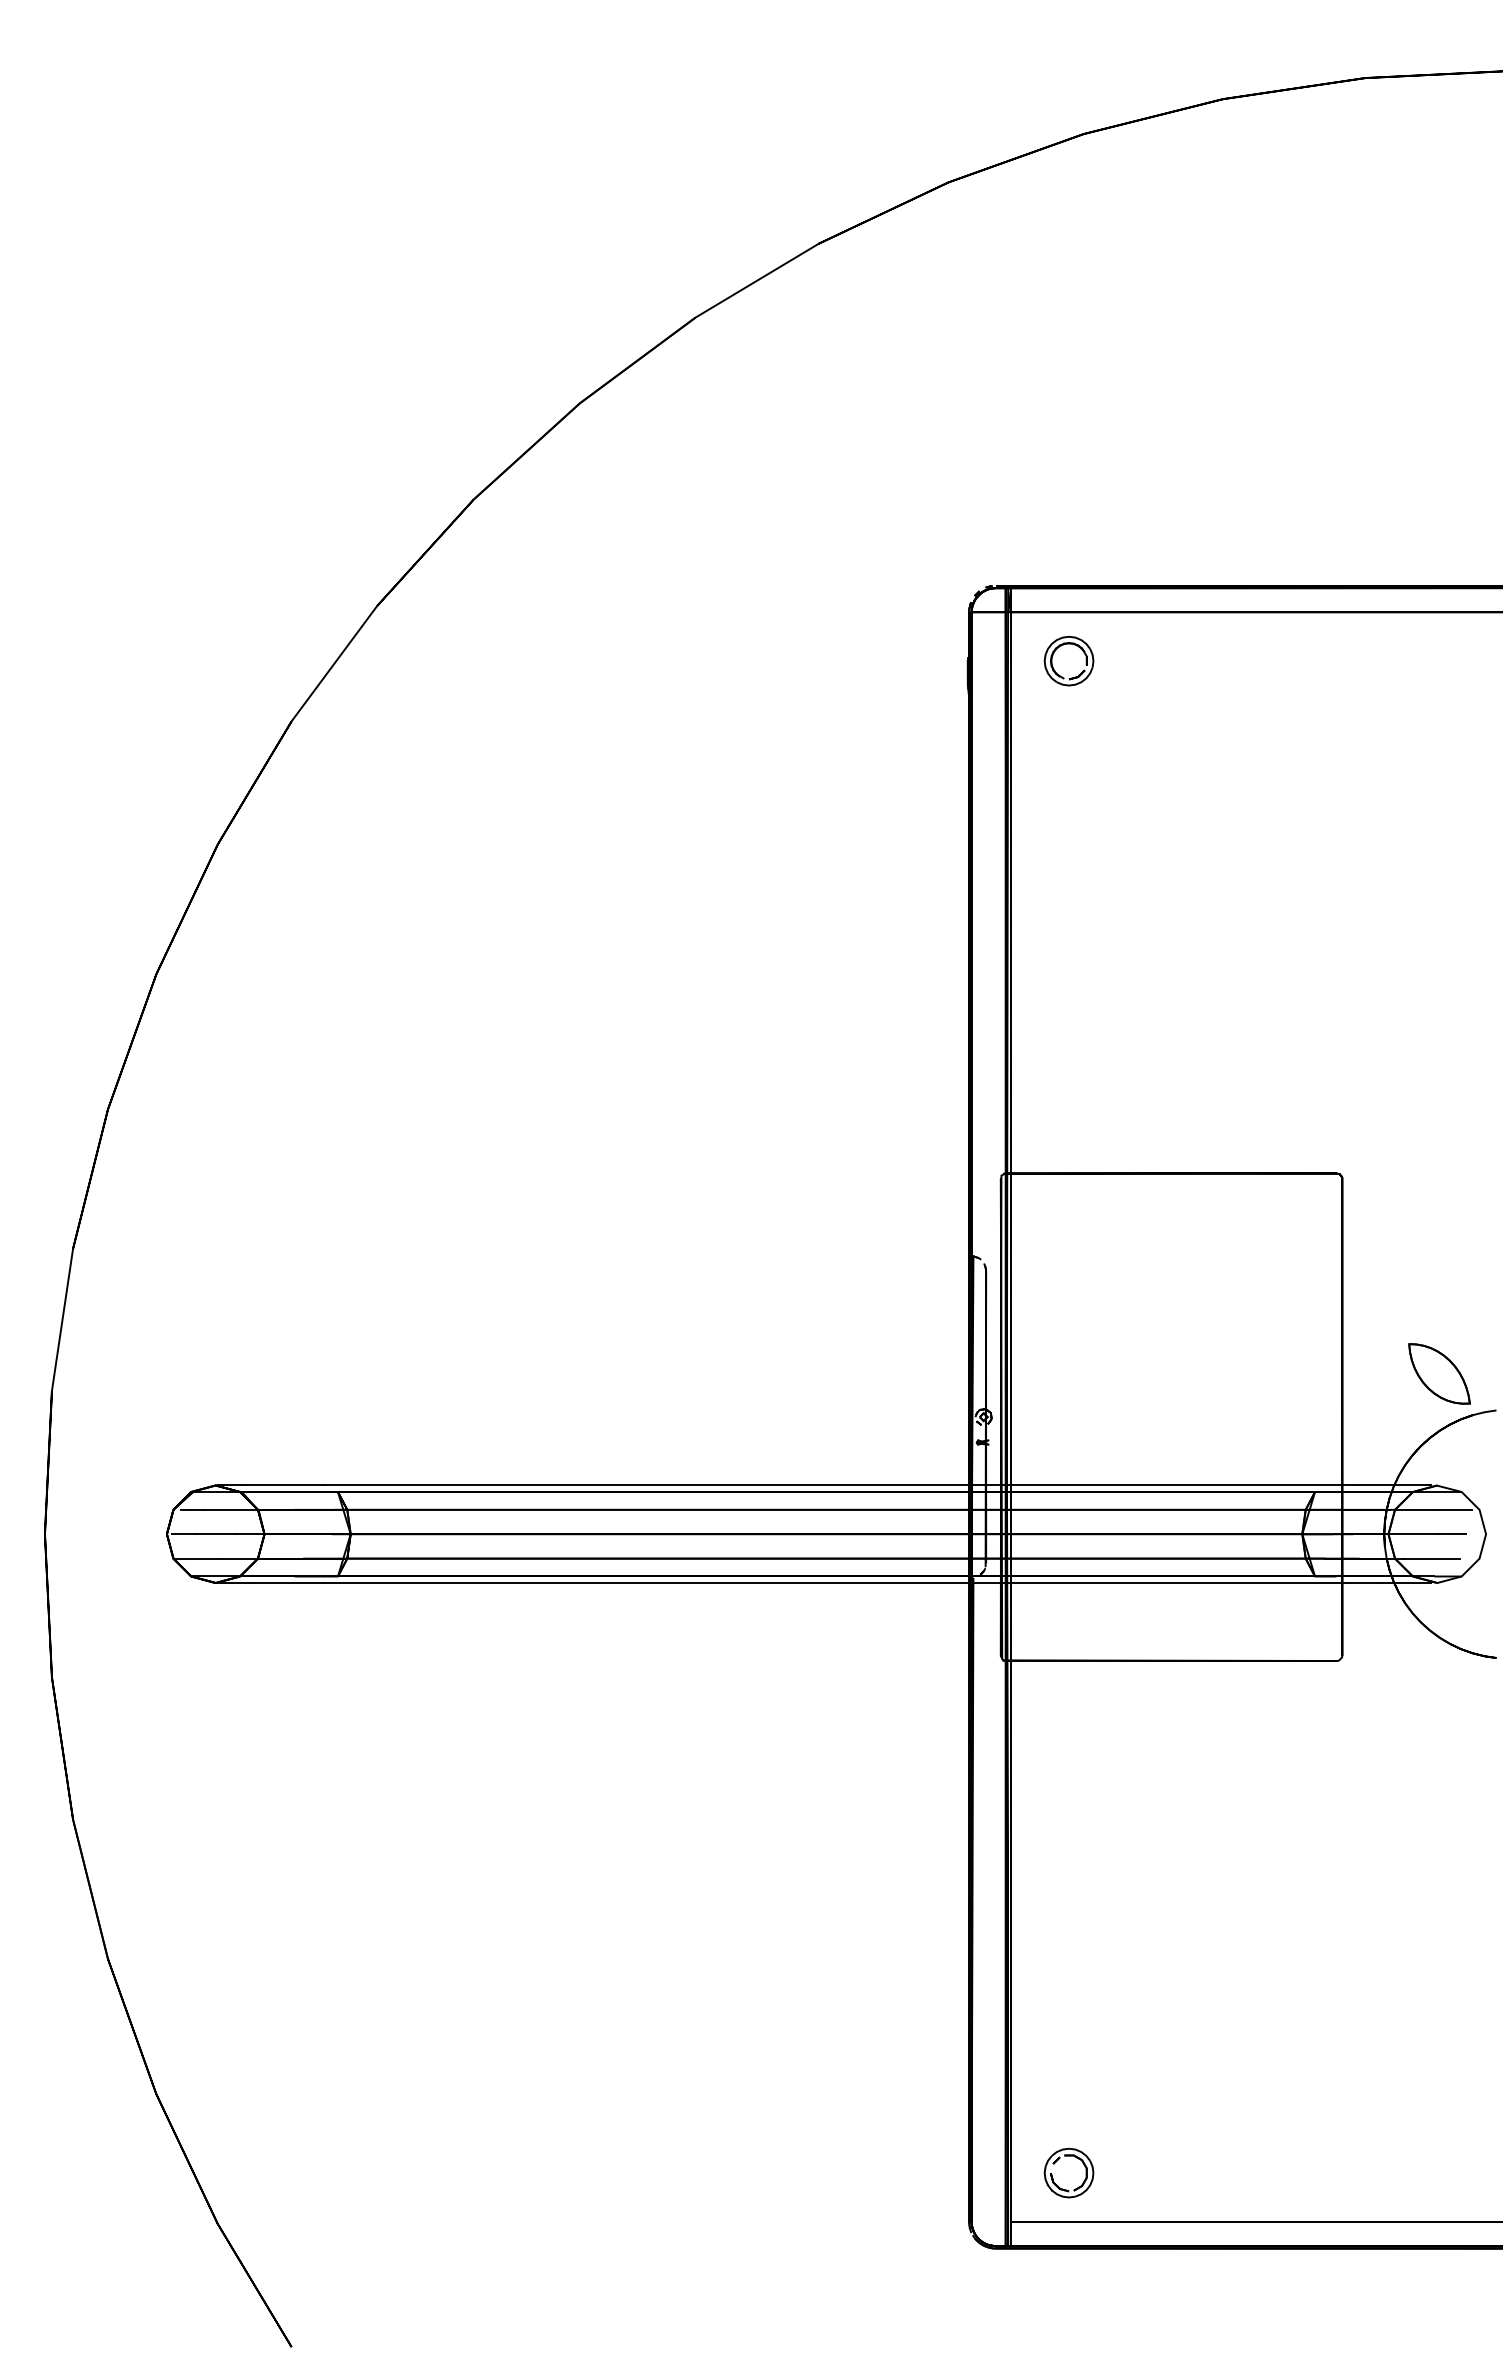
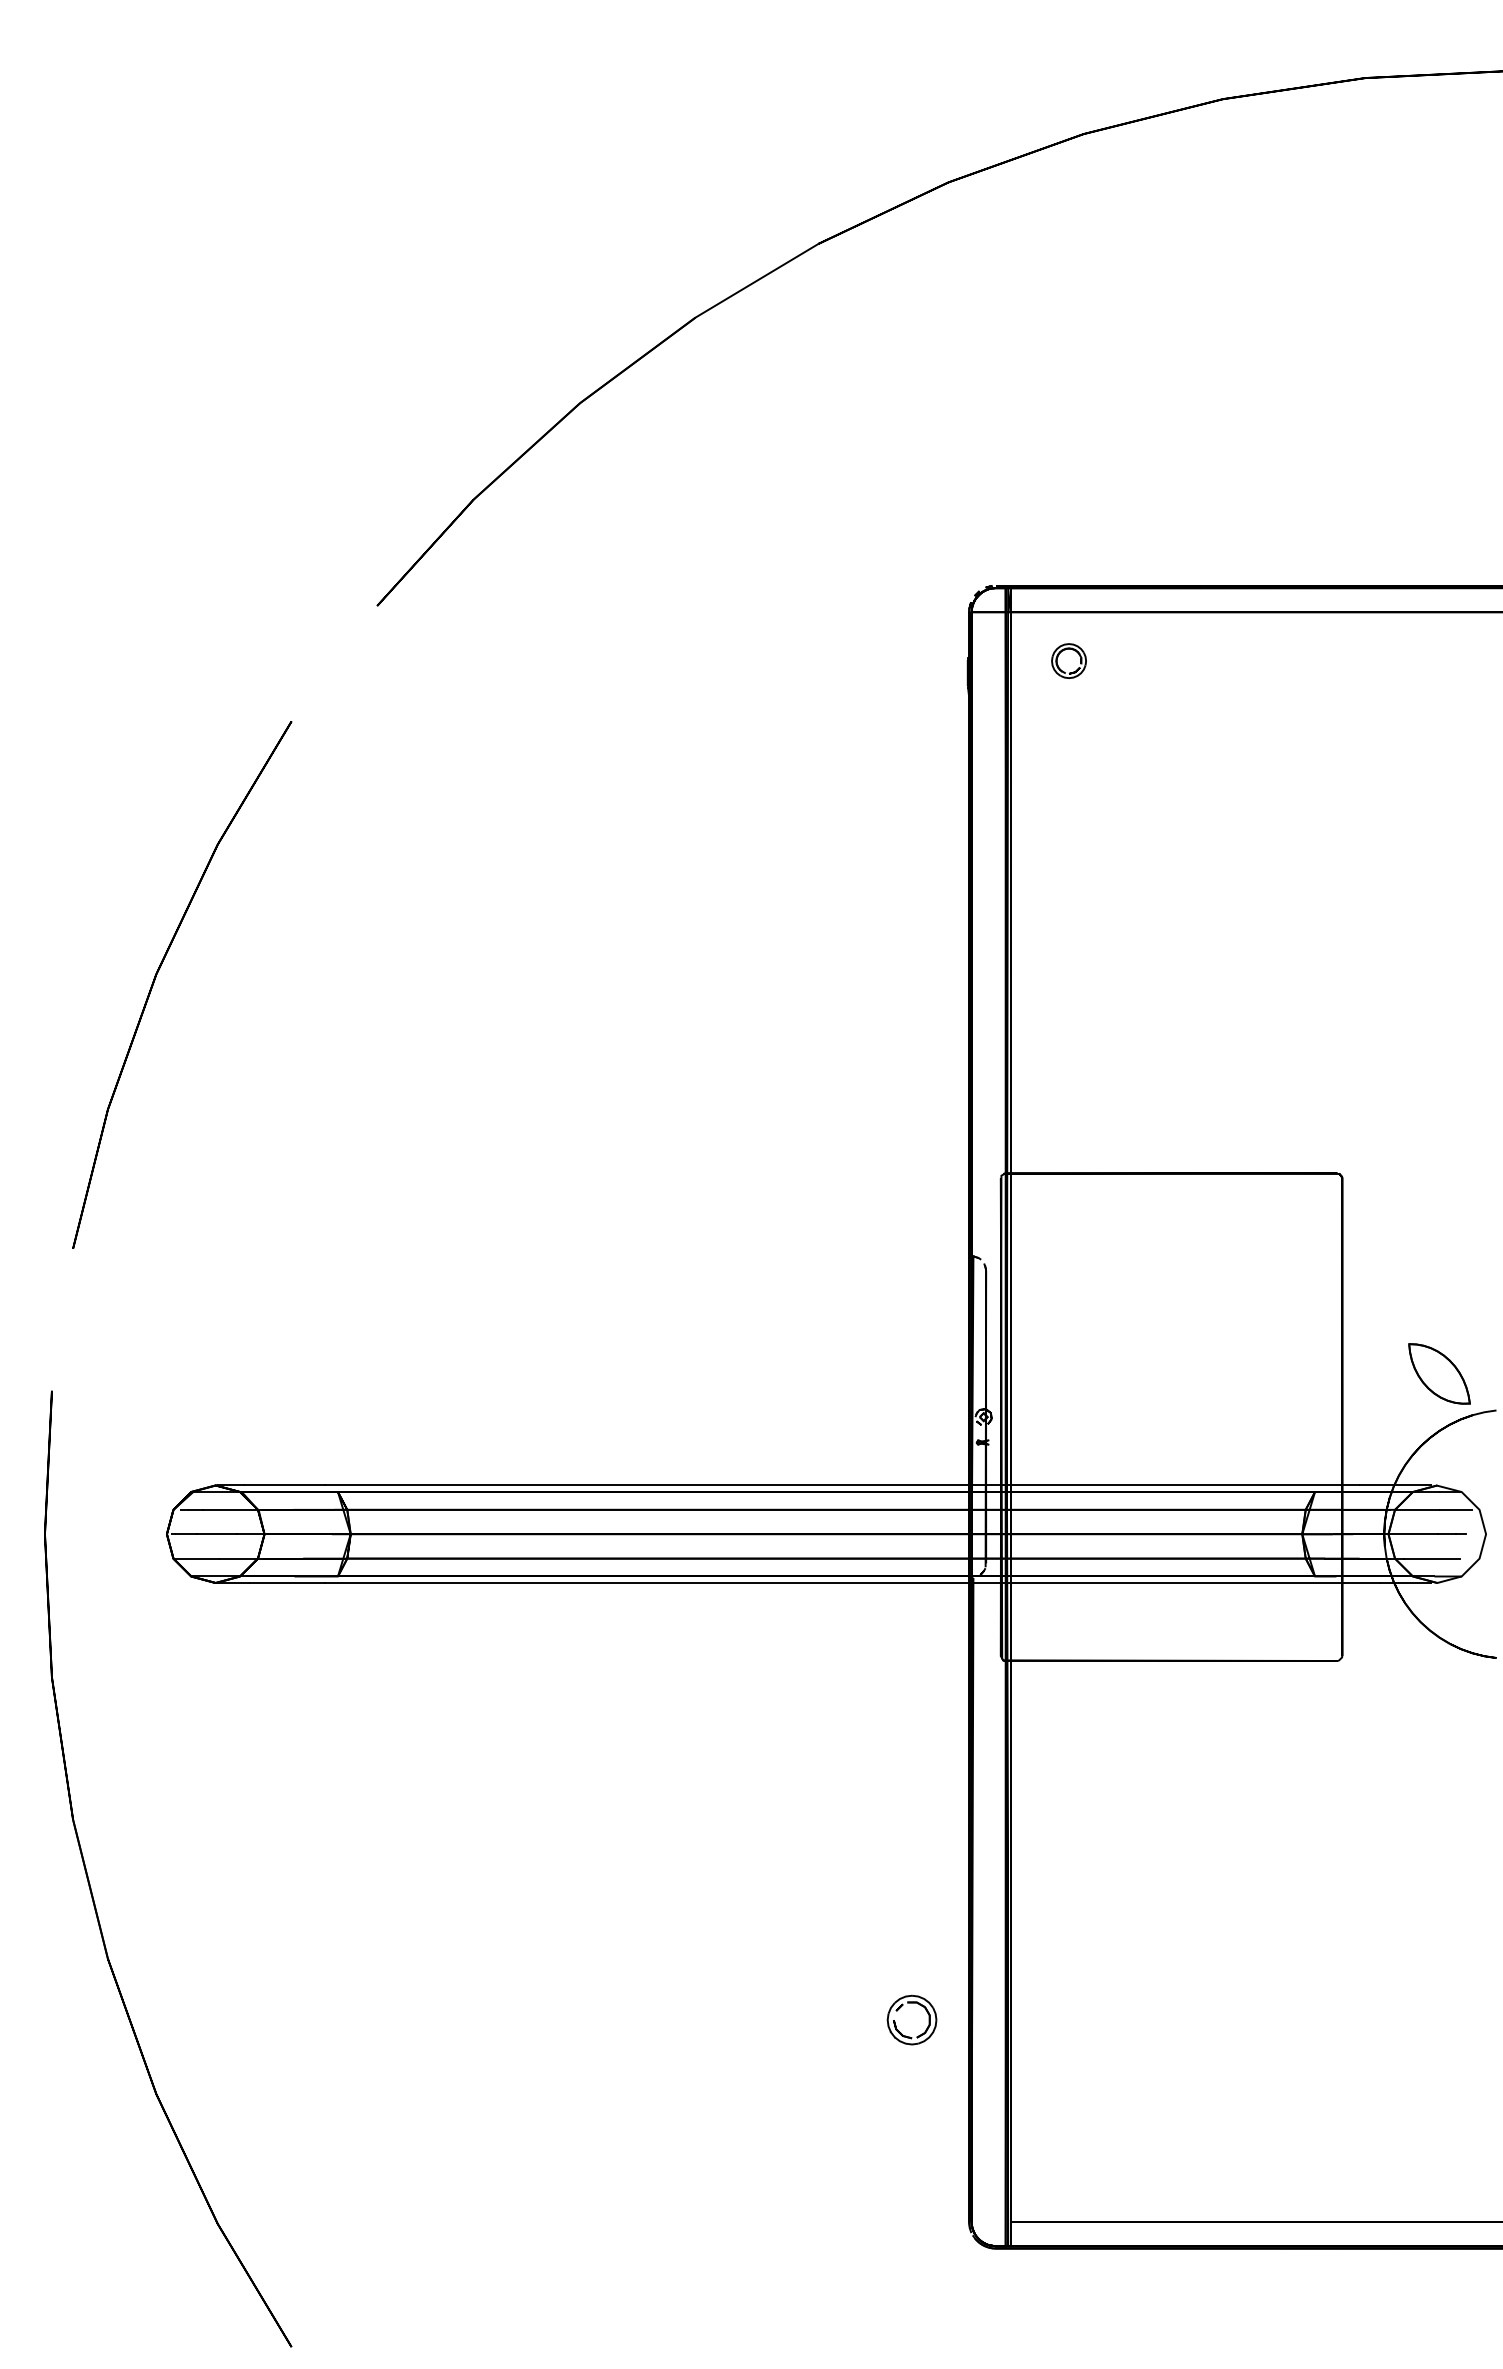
part at (1068, 660) size: 52x52 px -> 36x36 px
line at (334, 663): present -> none
line at (62, 1319): present -> none
part at (1068, 2172) position: (1068, 2172) -> (911, 2019)
